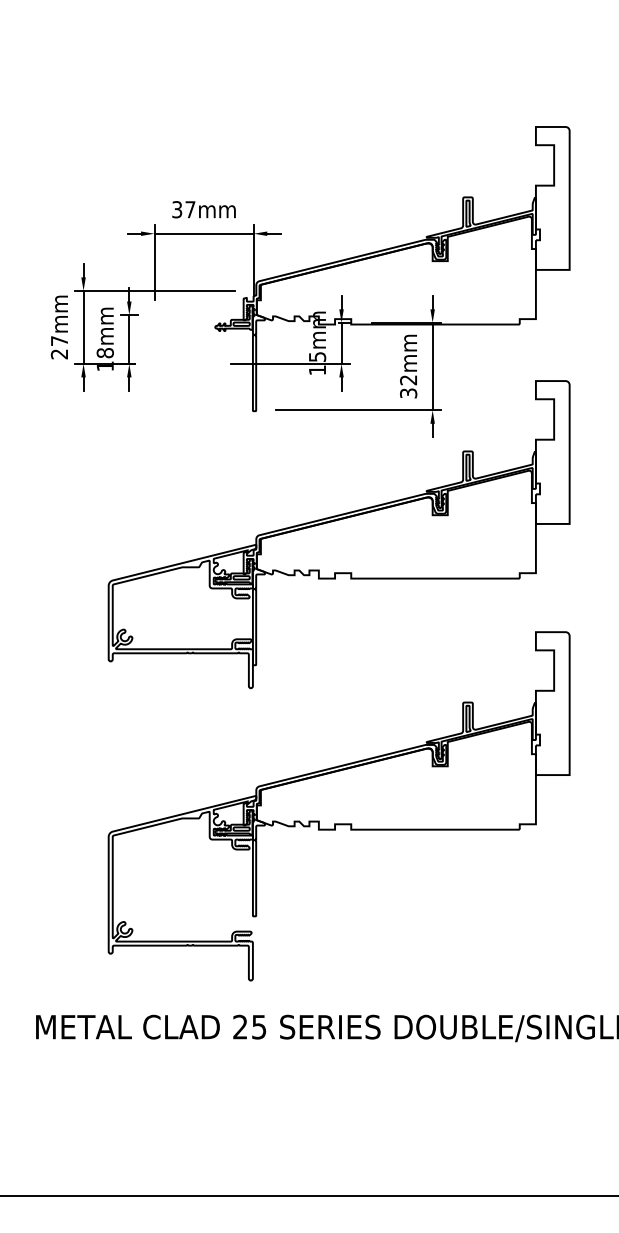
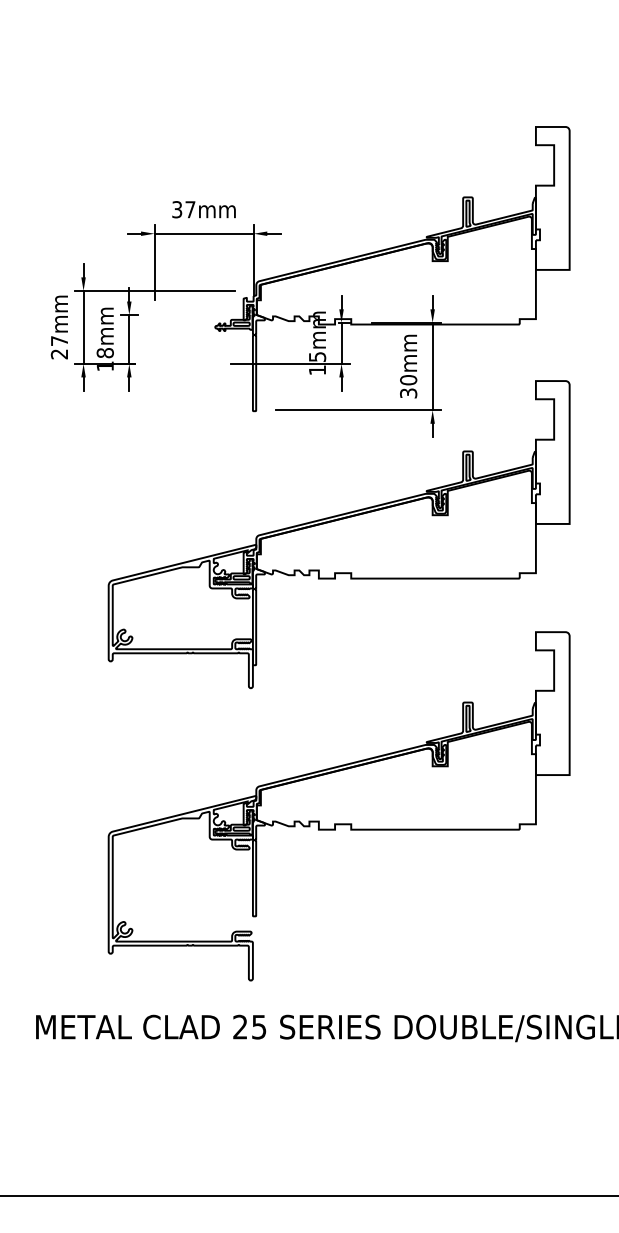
text at (408, 380): 32mm -> 30mm
